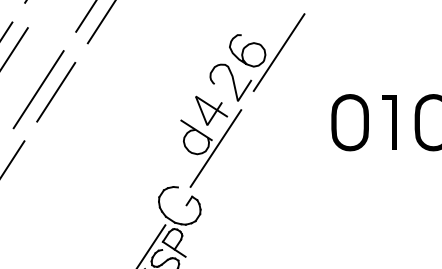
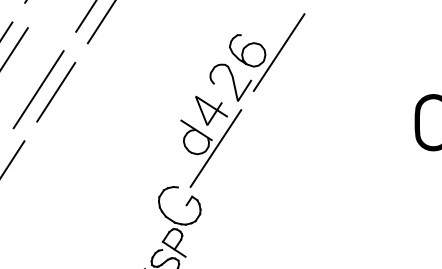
part at (349, 122): present -> none
fill at (389, 122): present -> none
line at (151, 245): present -> none
